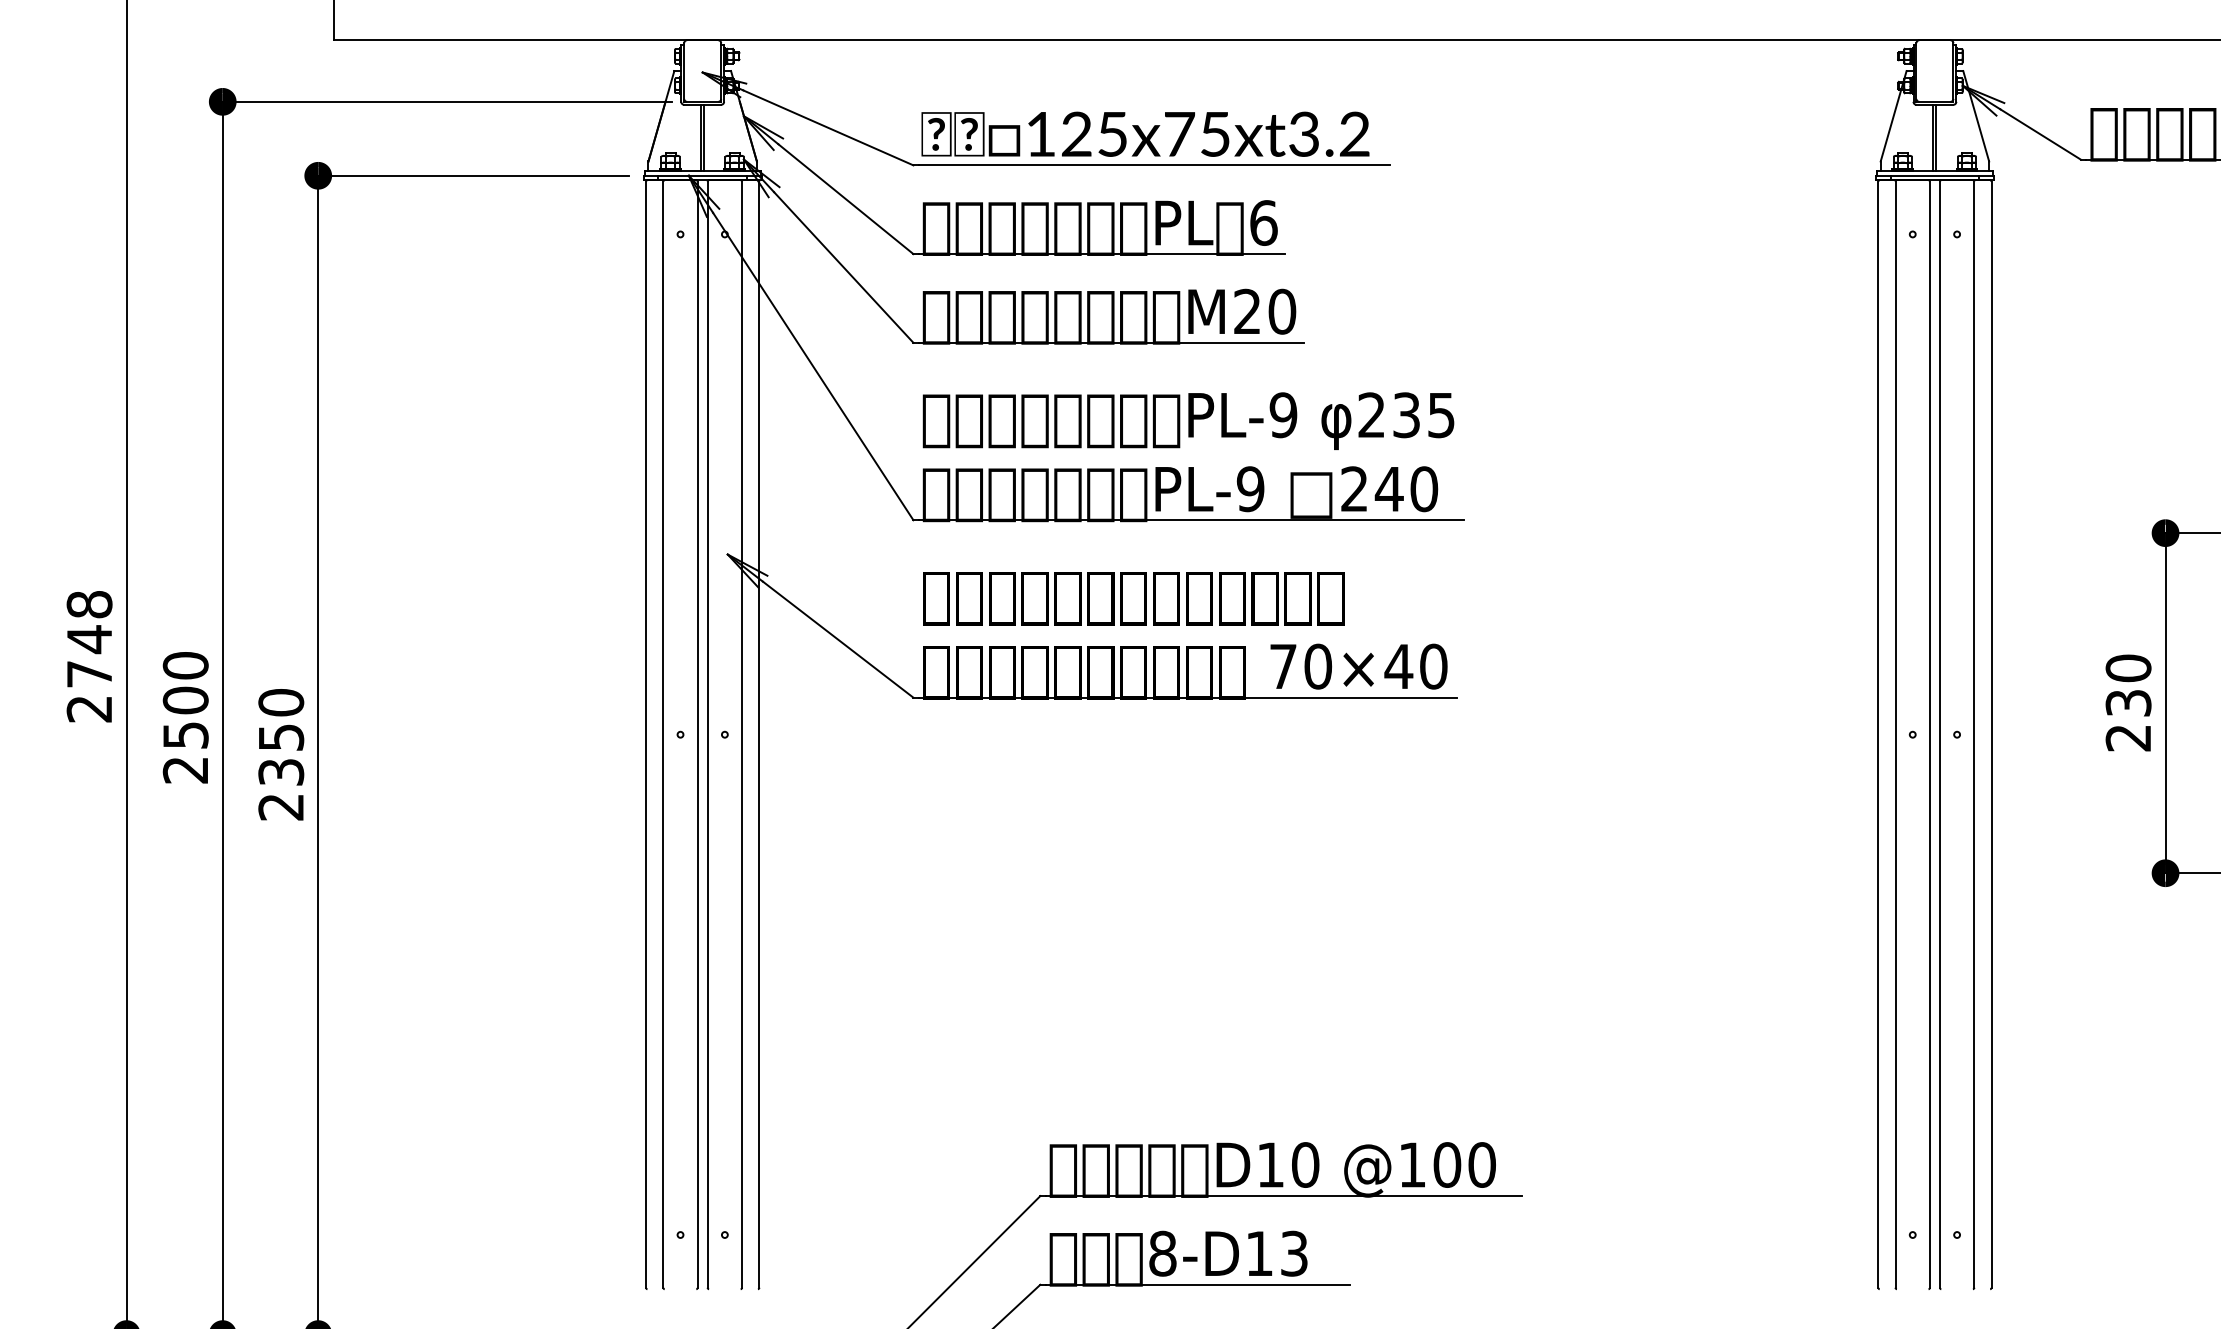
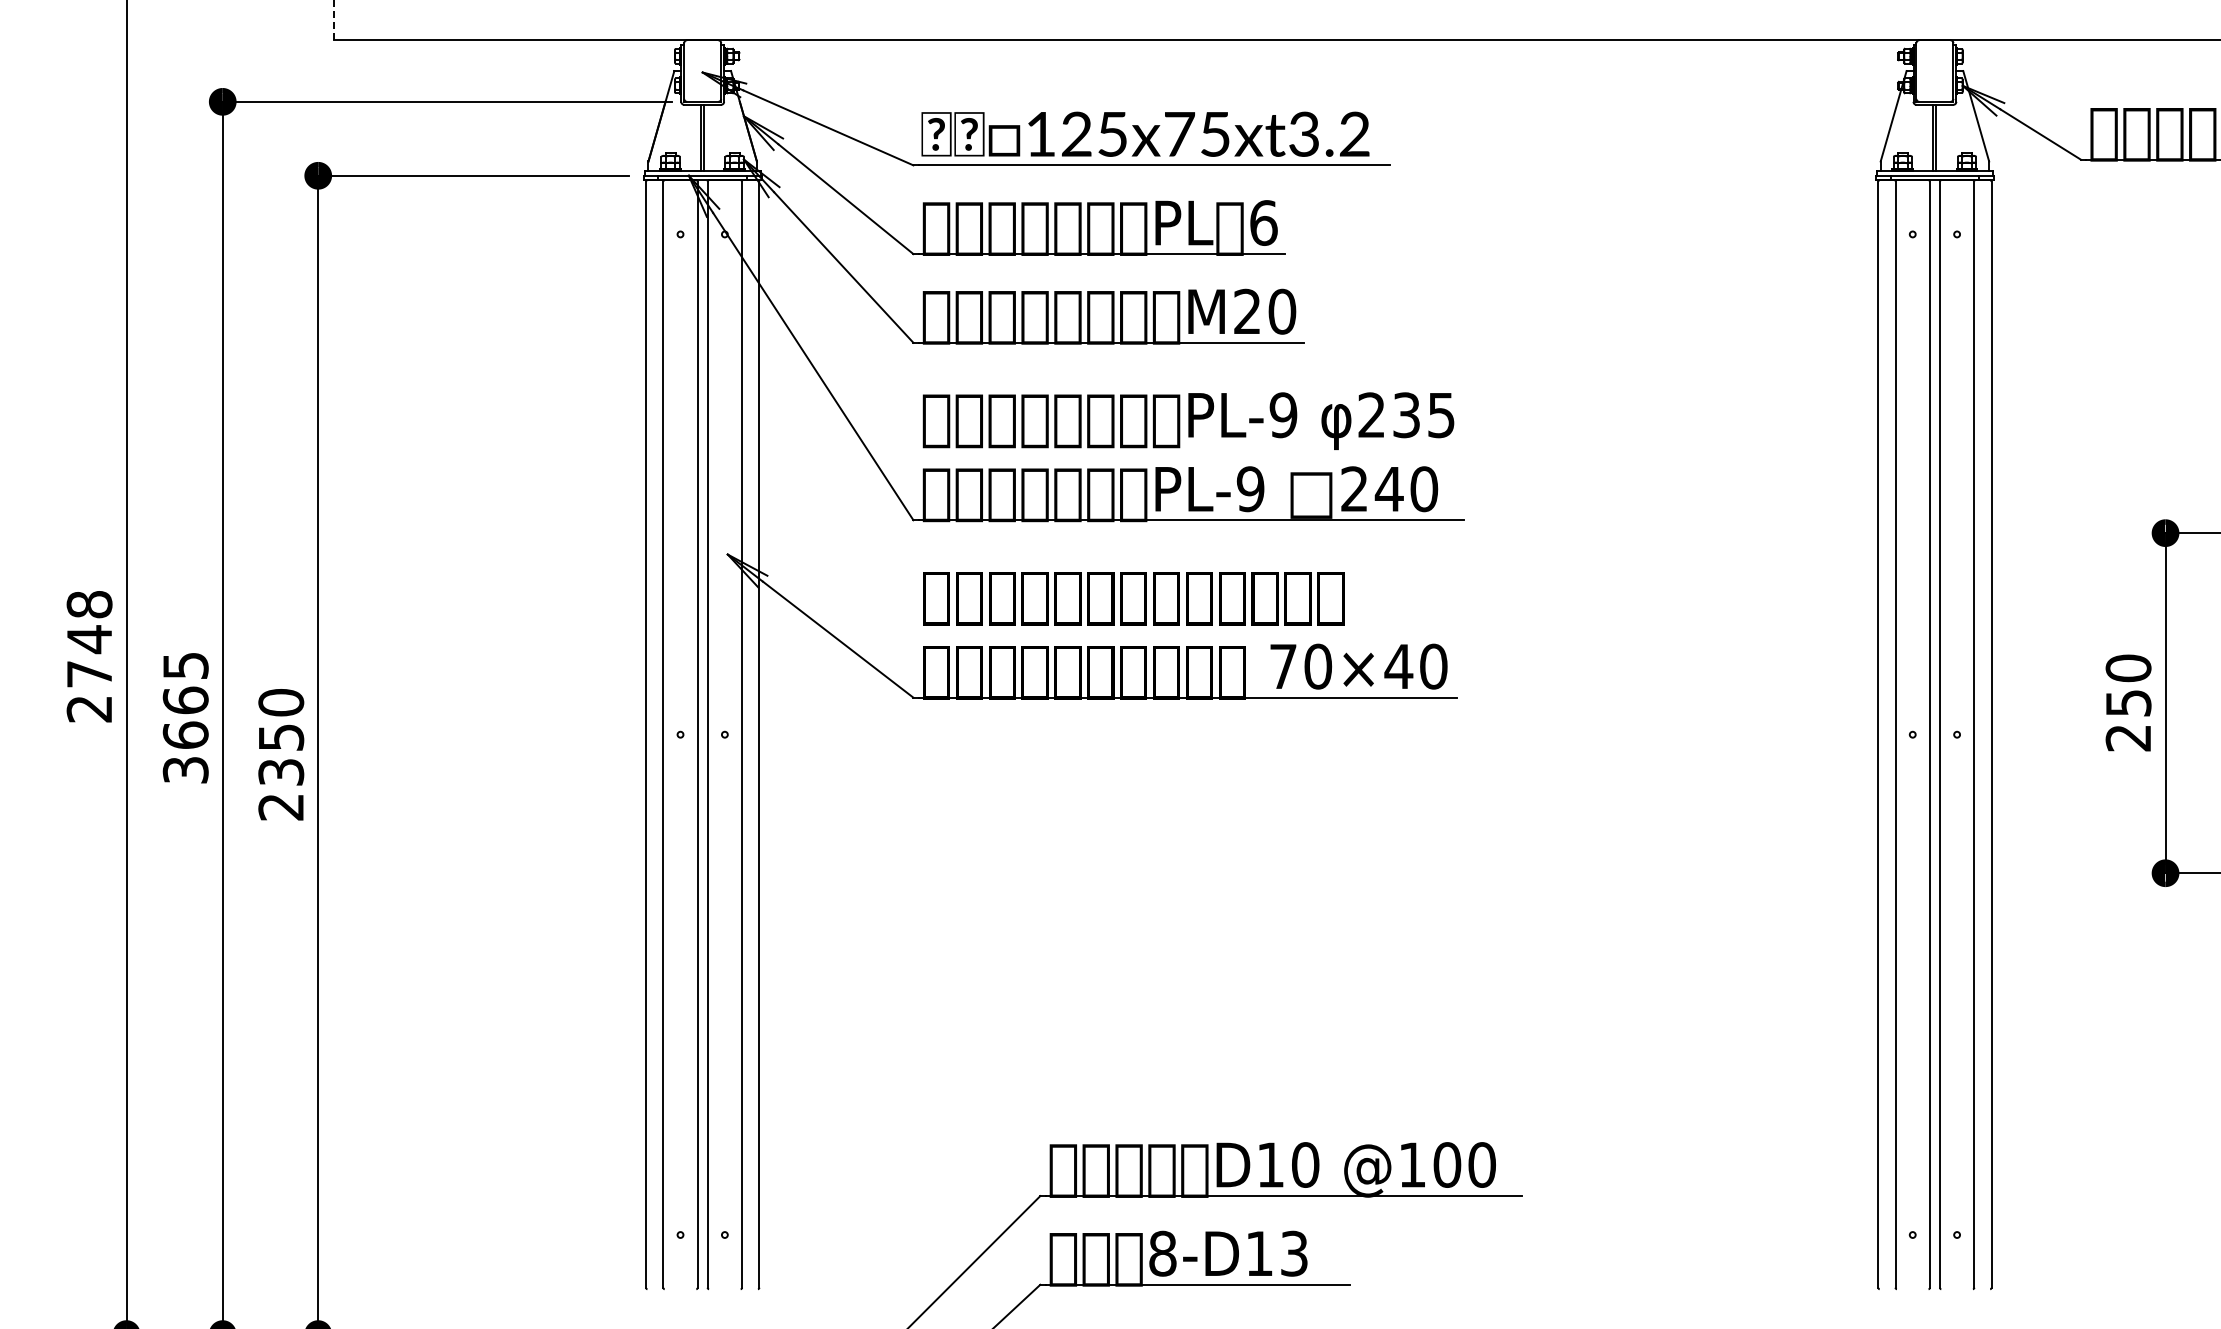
line at (333, 20): solid -> dashed
text at (2127, 702): 230 -> 250
text at (185, 717): 2500 -> 3665
